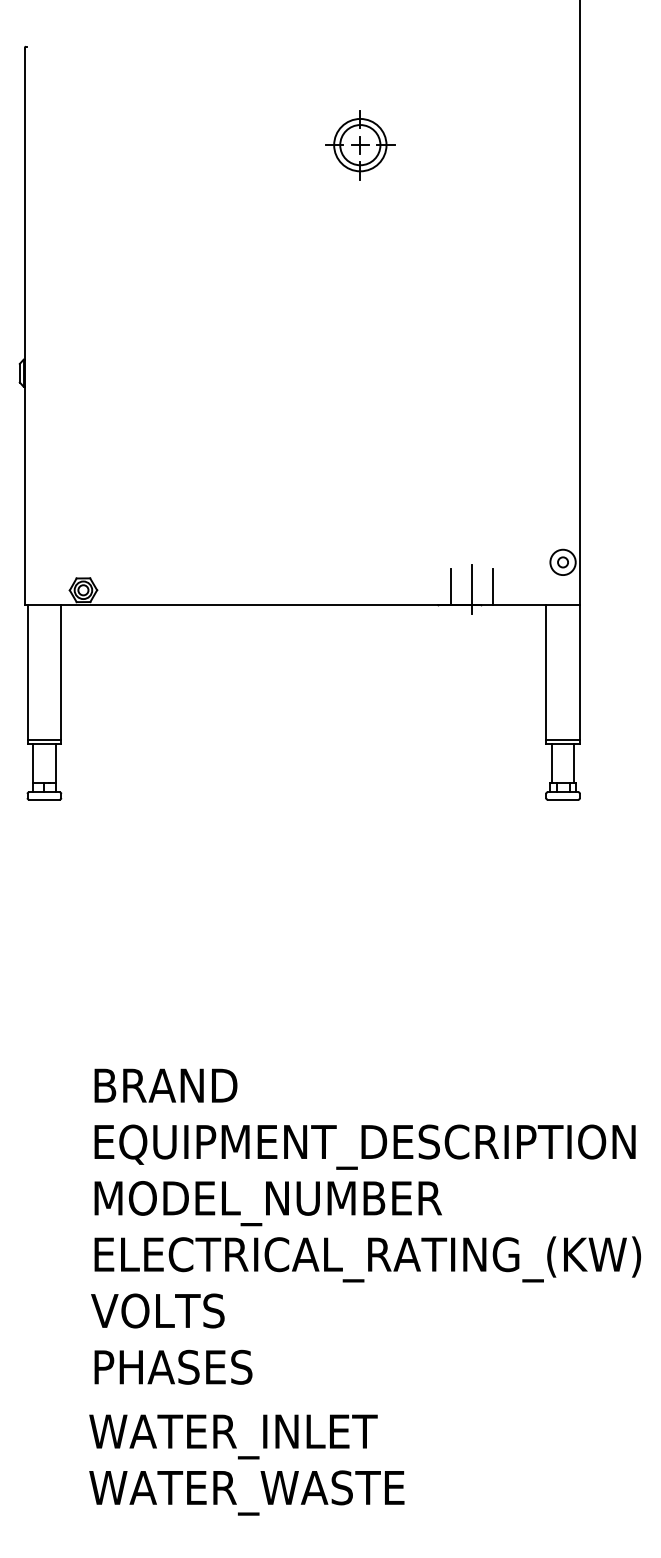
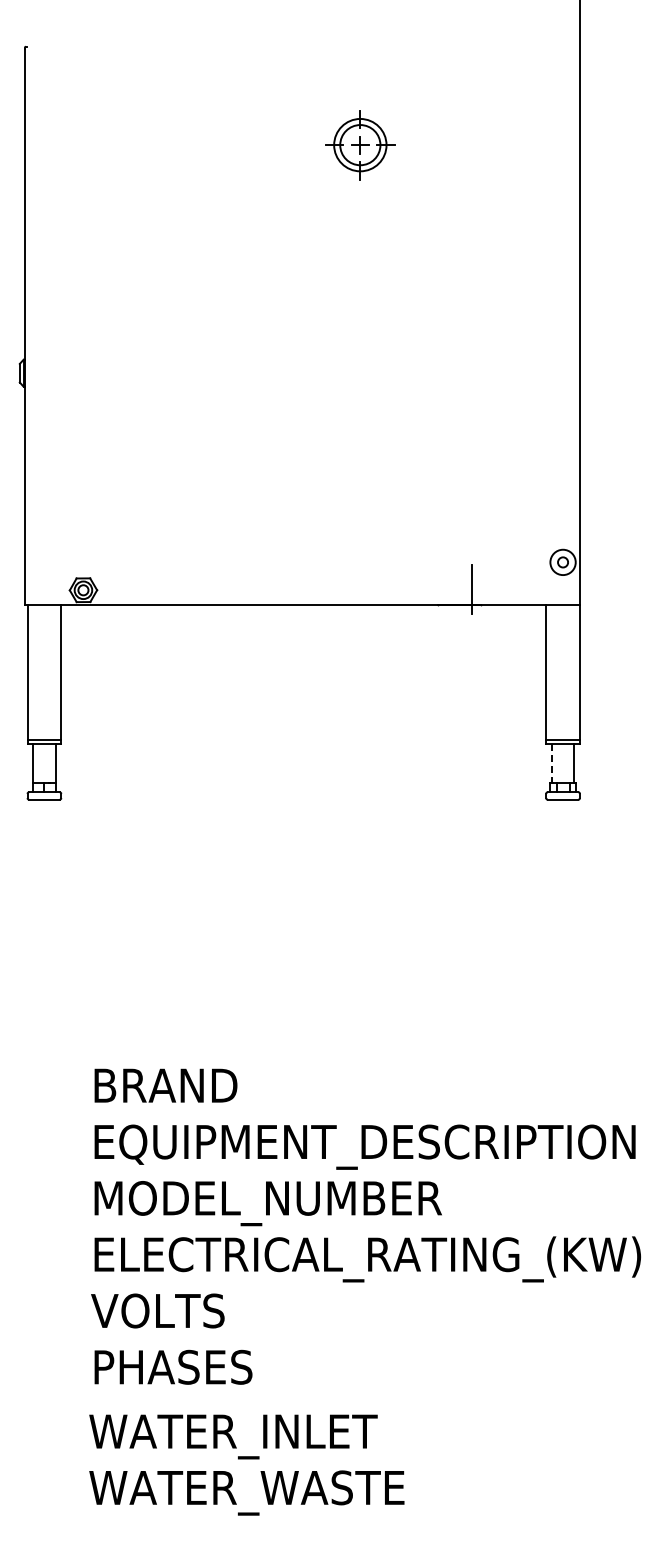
line at (450, 586): present -> none
line at (492, 586): present -> none
line at (551, 763): solid -> dashed
